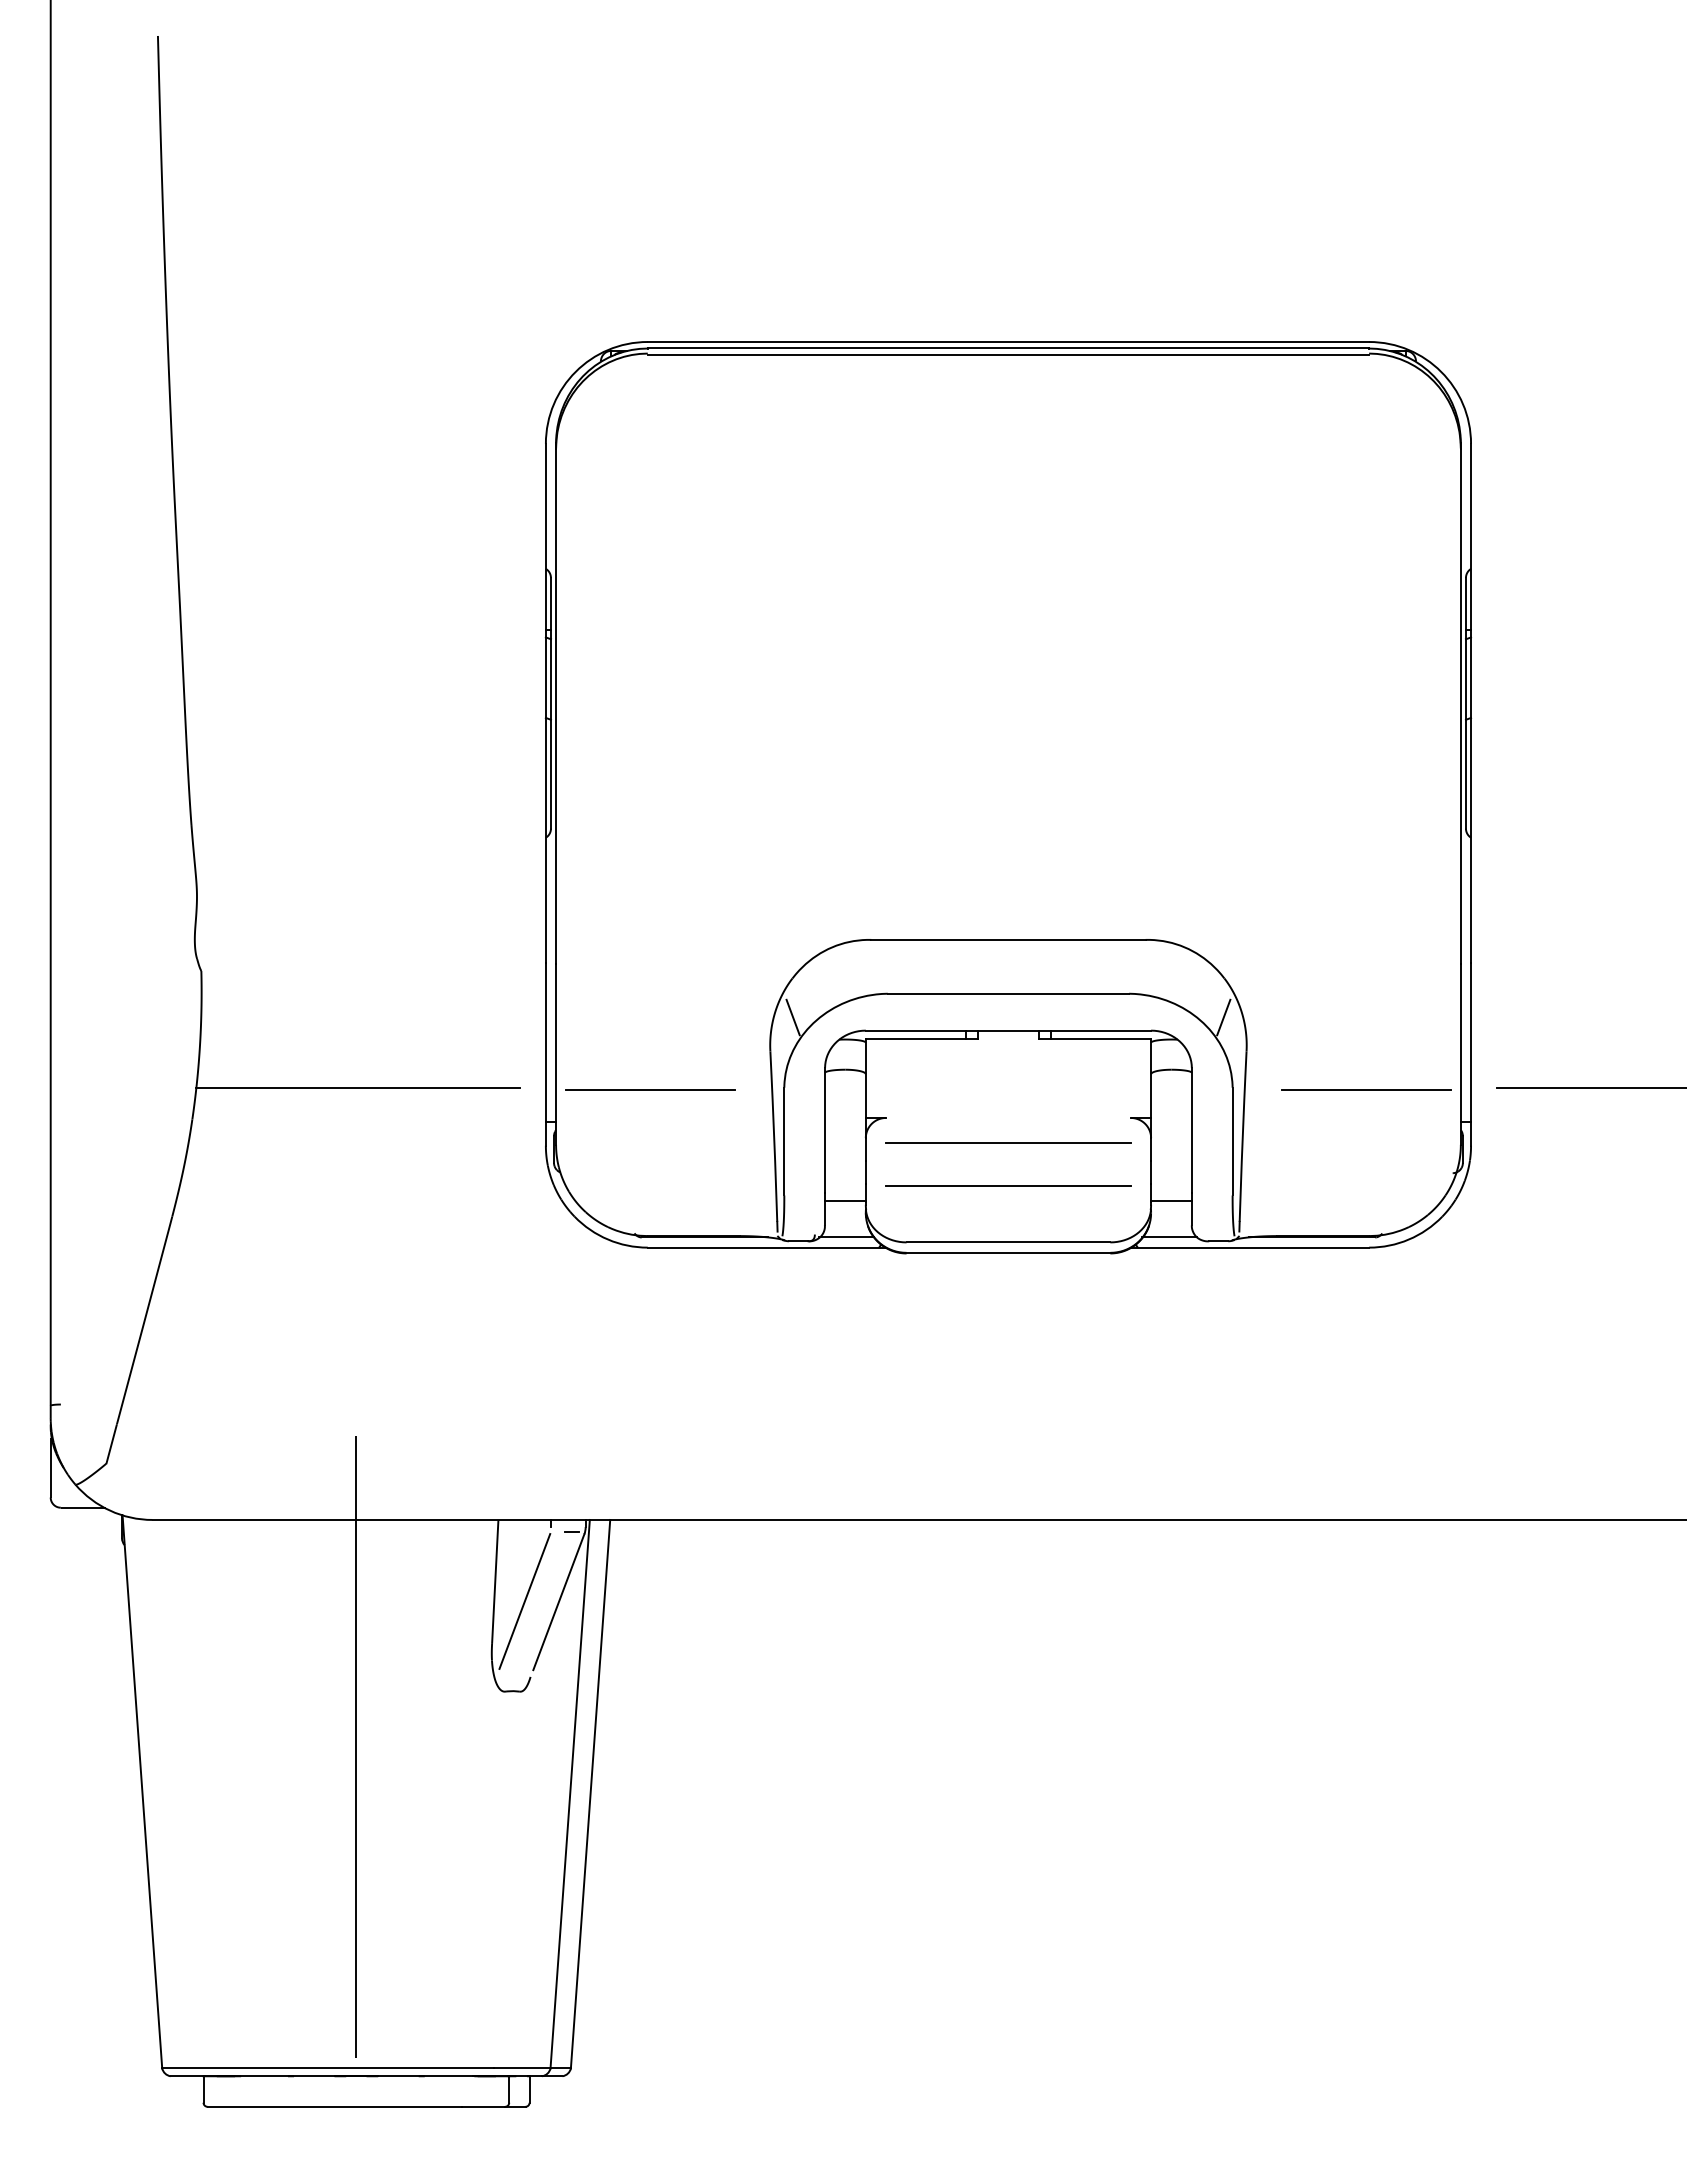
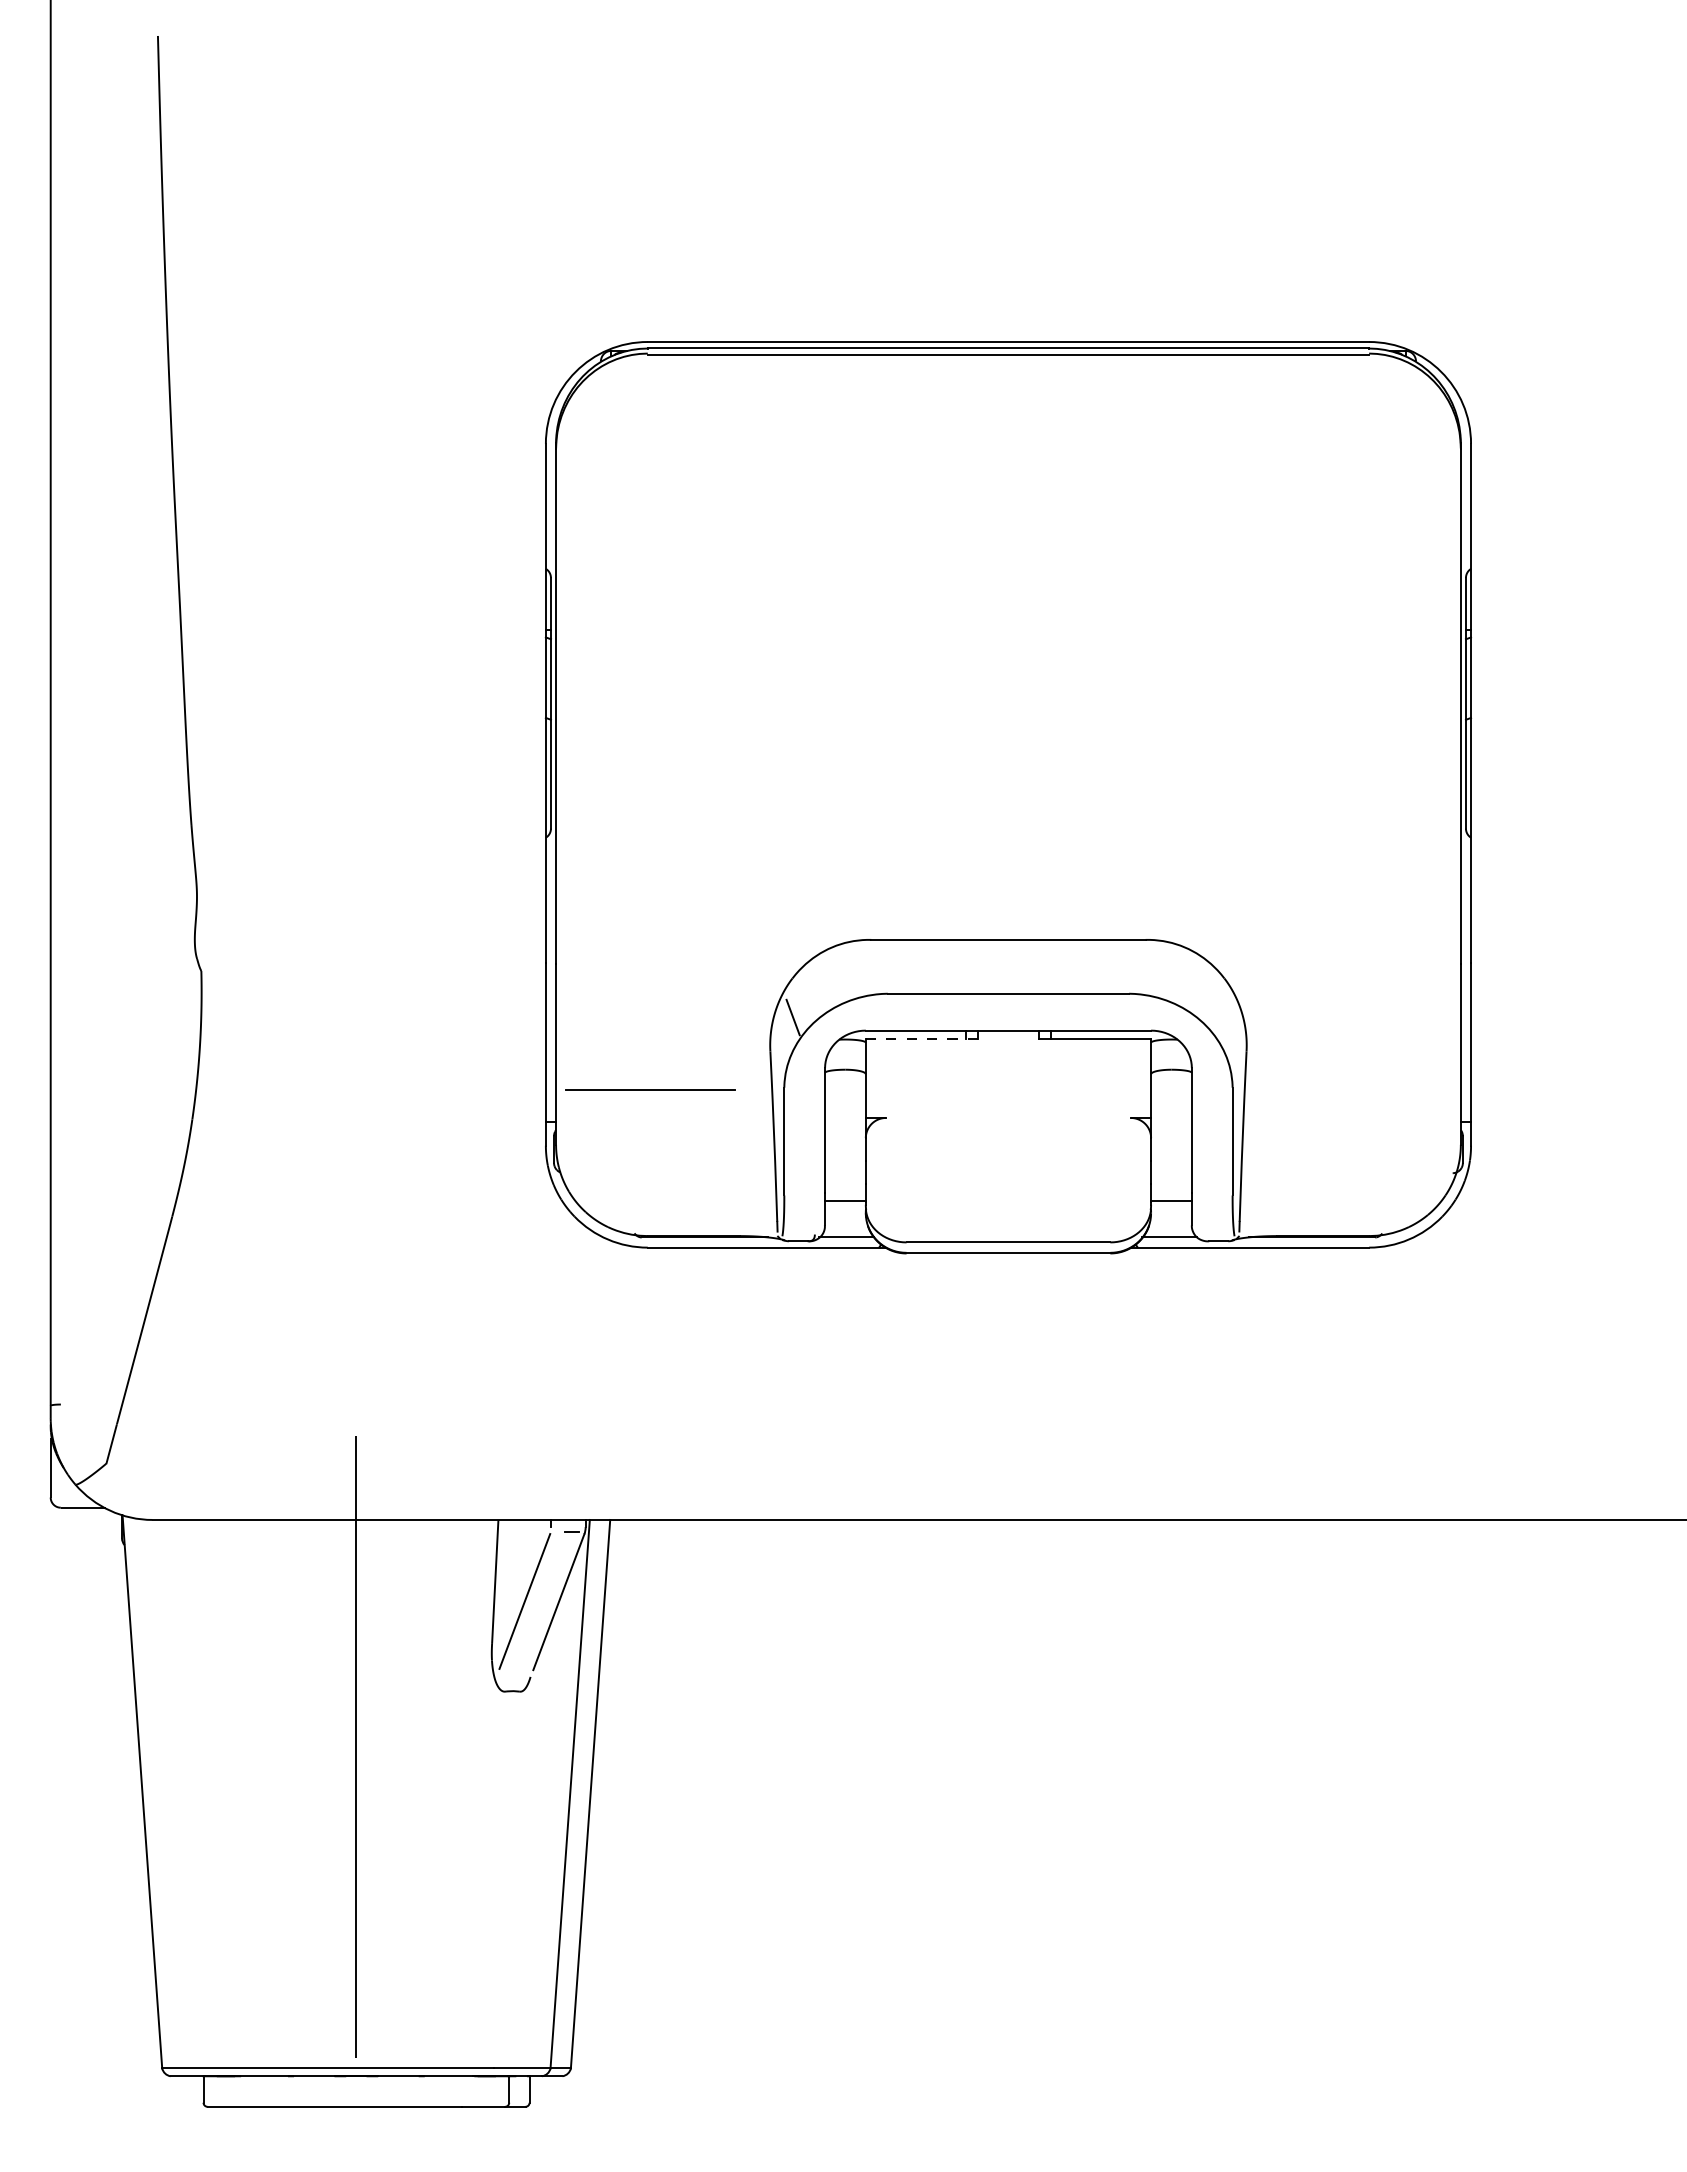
line at (1223, 1017): present -> none
line at (922, 1039): solid -> dashed
line at (358, 1087): present -> none
line at (1589, 1087): present -> none
line at (1366, 1090): present -> none
line at (1008, 1143): present -> none
line at (1008, 1185): present -> none
